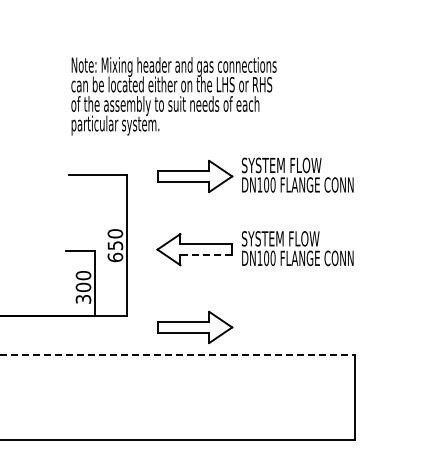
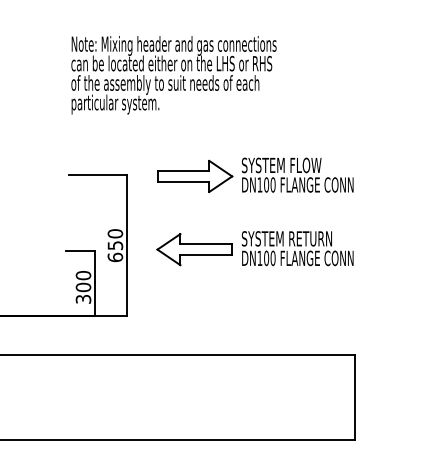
text at (173, 96) position: (173, 96) -> (173, 75)
text at (311, 238): SYSTEM FLOW -> SYSTEM RETURN
line at (206, 255): dashed -> solid
part at (195, 326): present -> none
line at (177, 355): dashed -> solid
